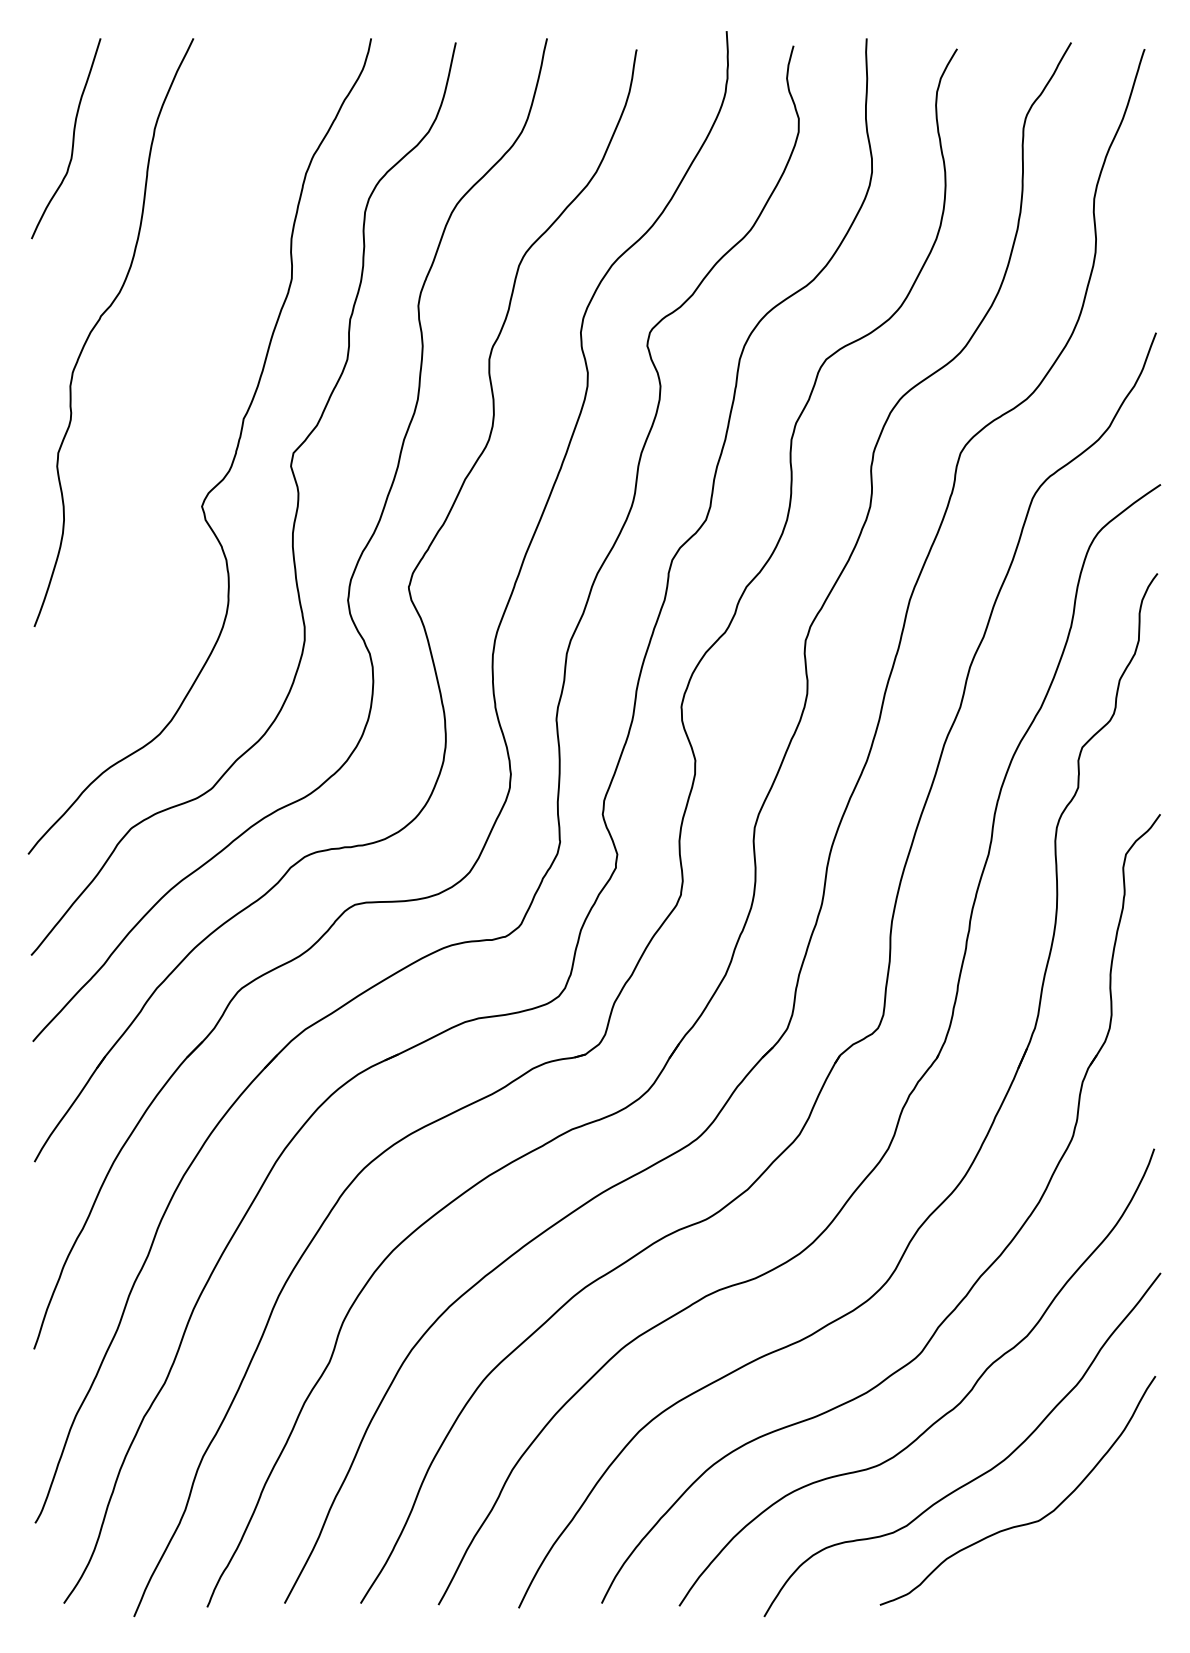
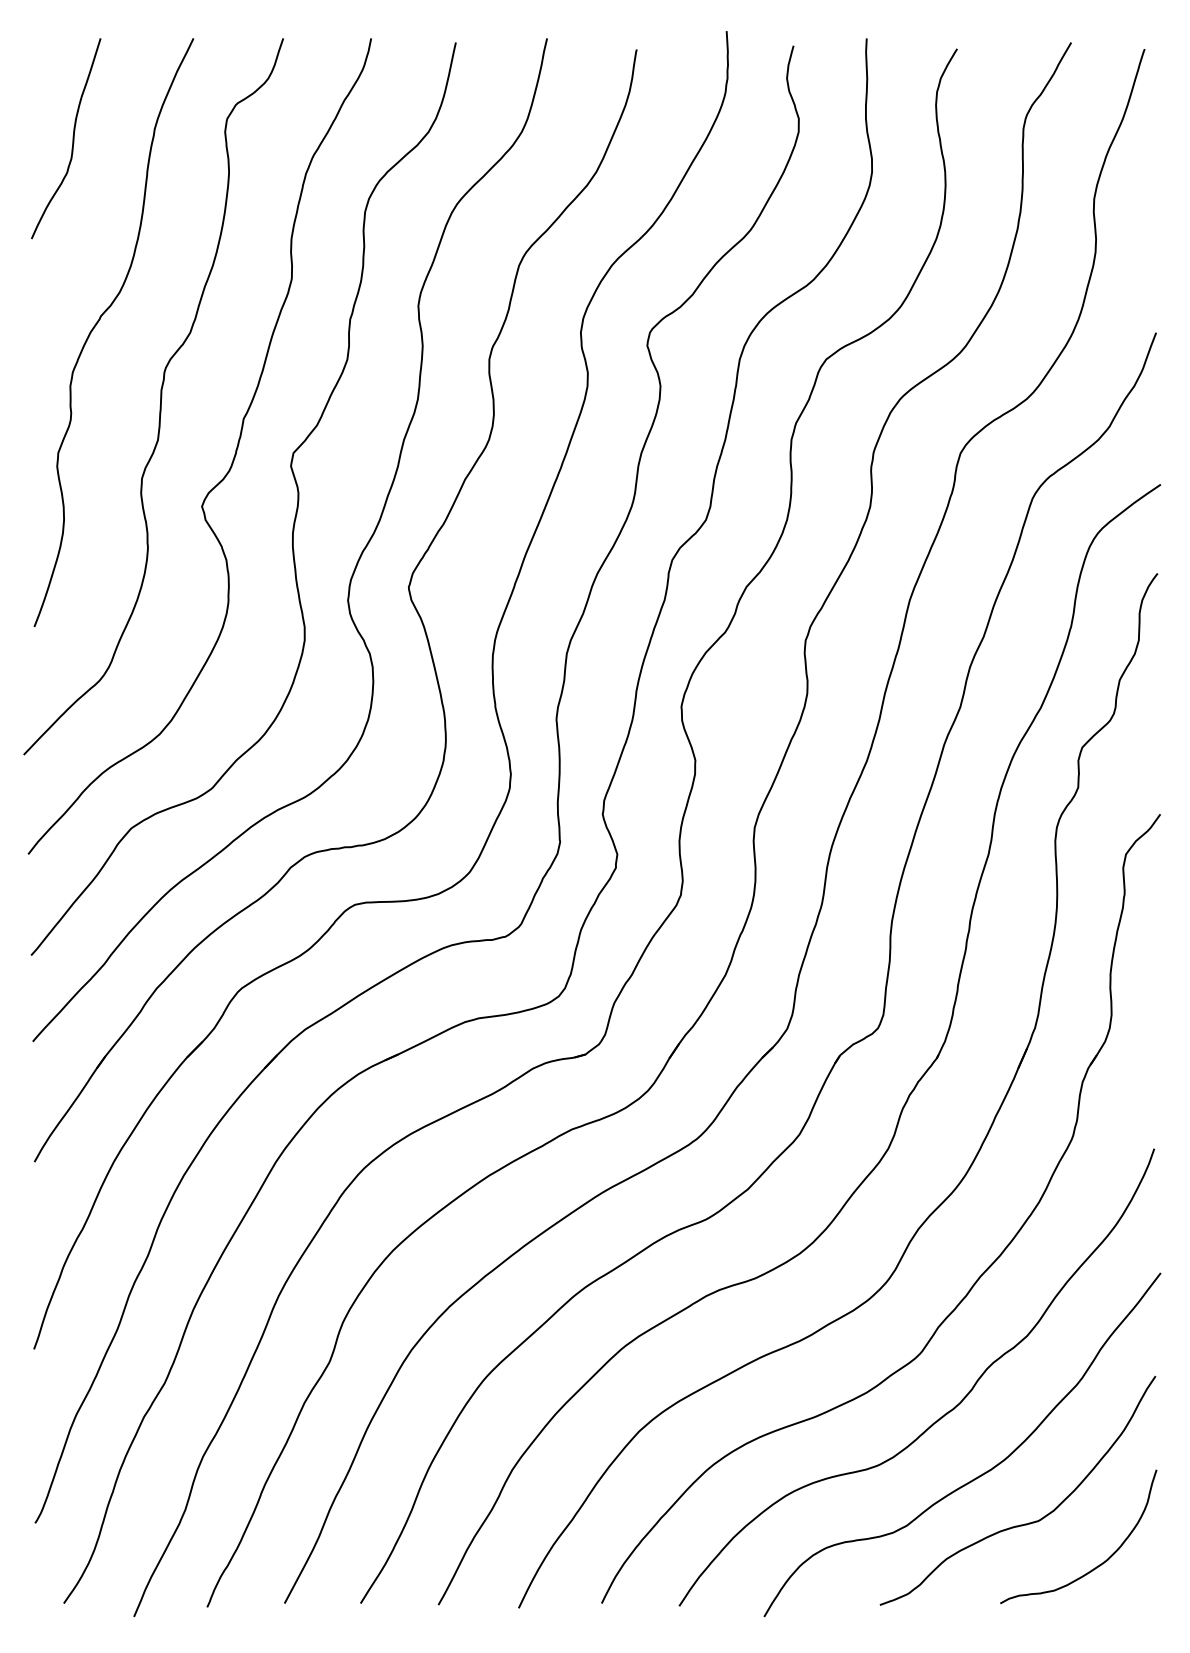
curve at (160, 396): none -> present
curve at (1097, 1565): none -> present
